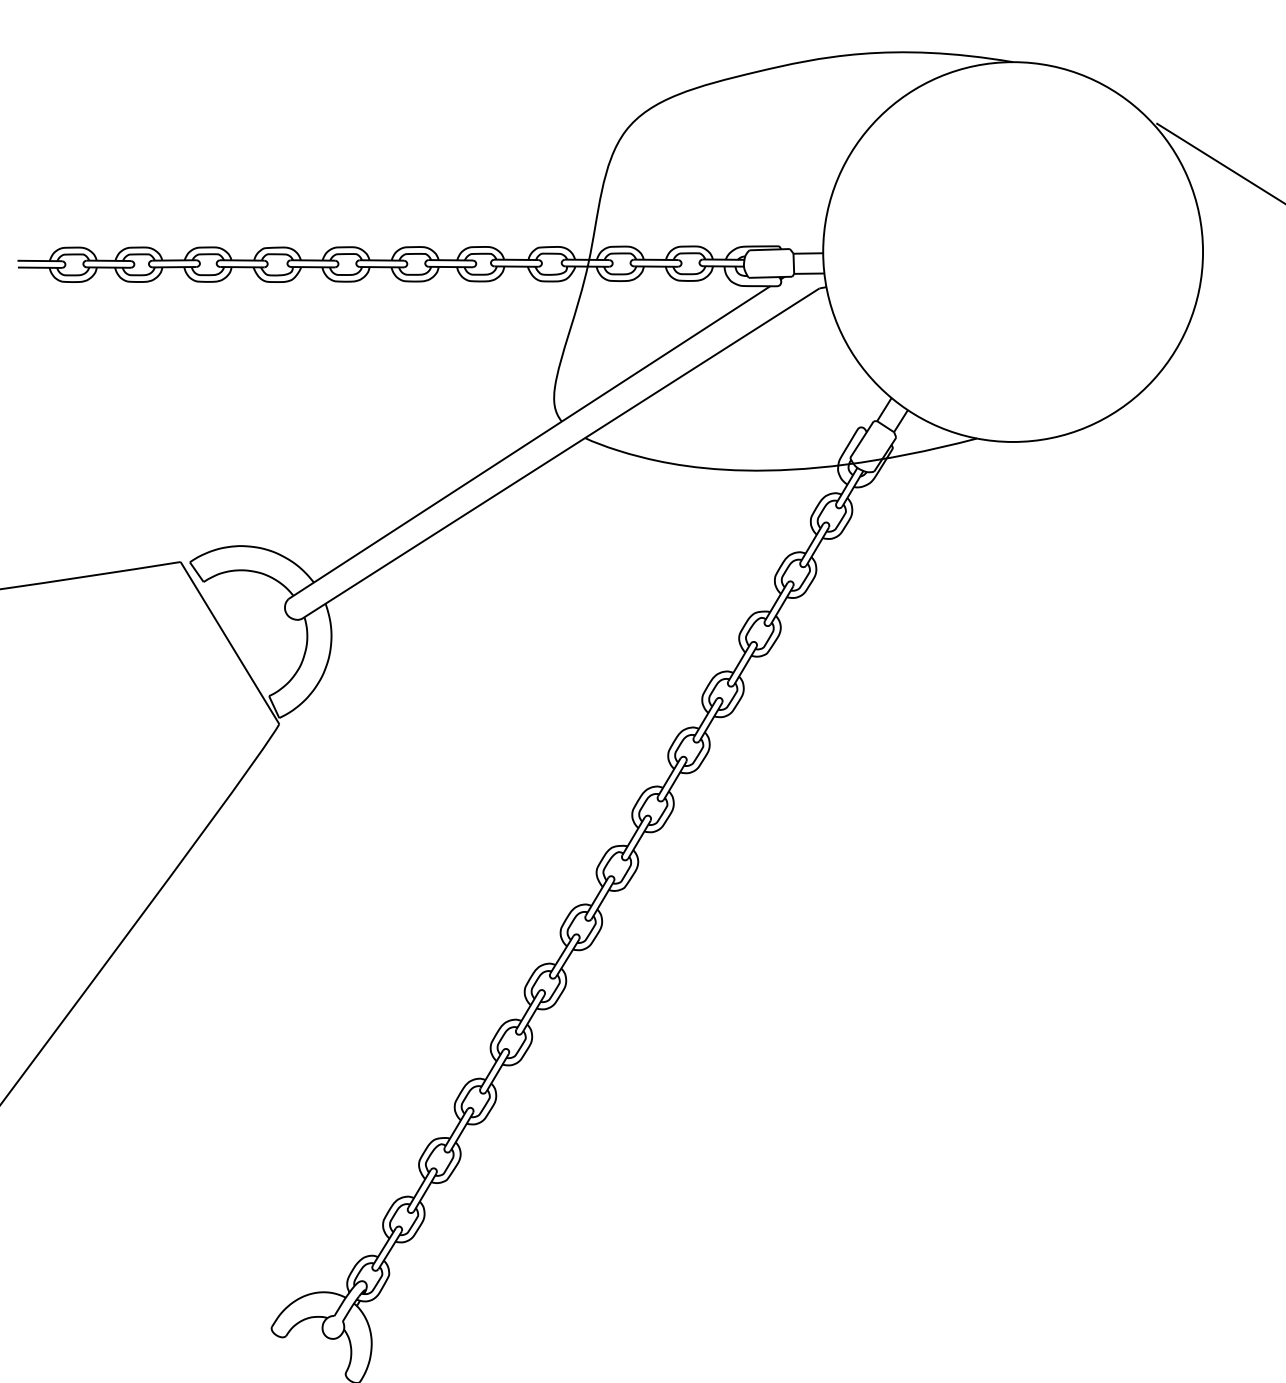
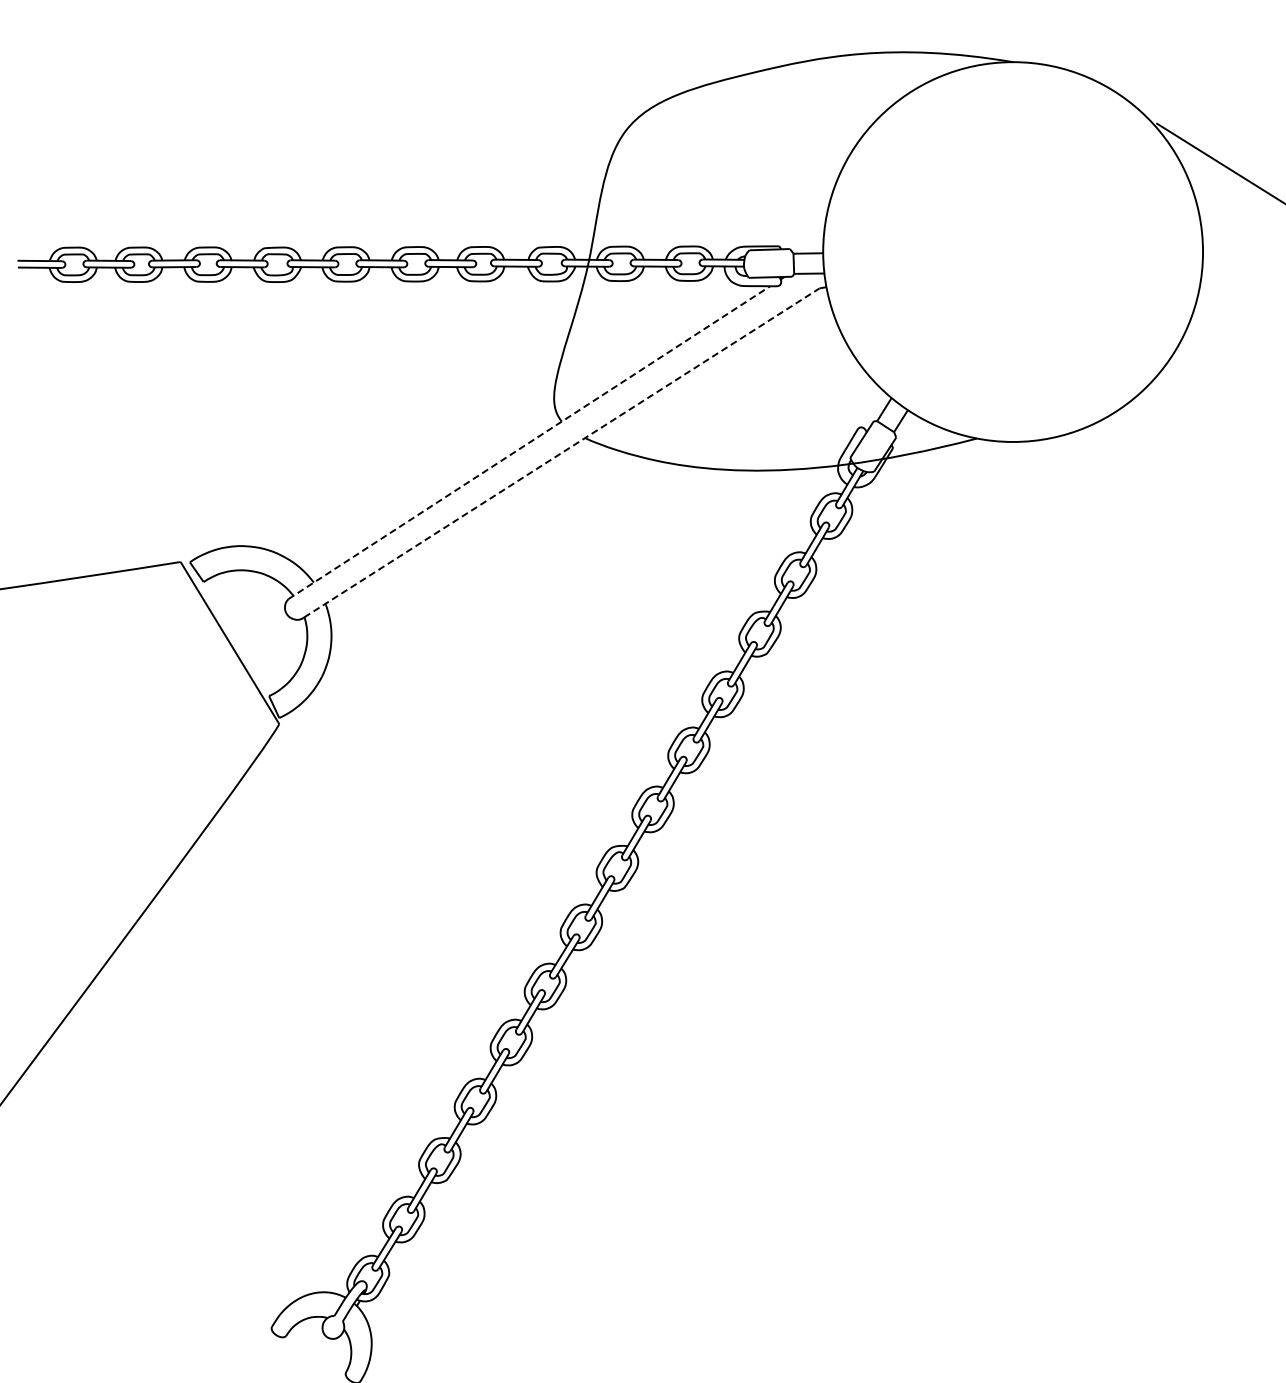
line at (529, 442): solid -> dashed
line at (561, 452): solid -> dashed
